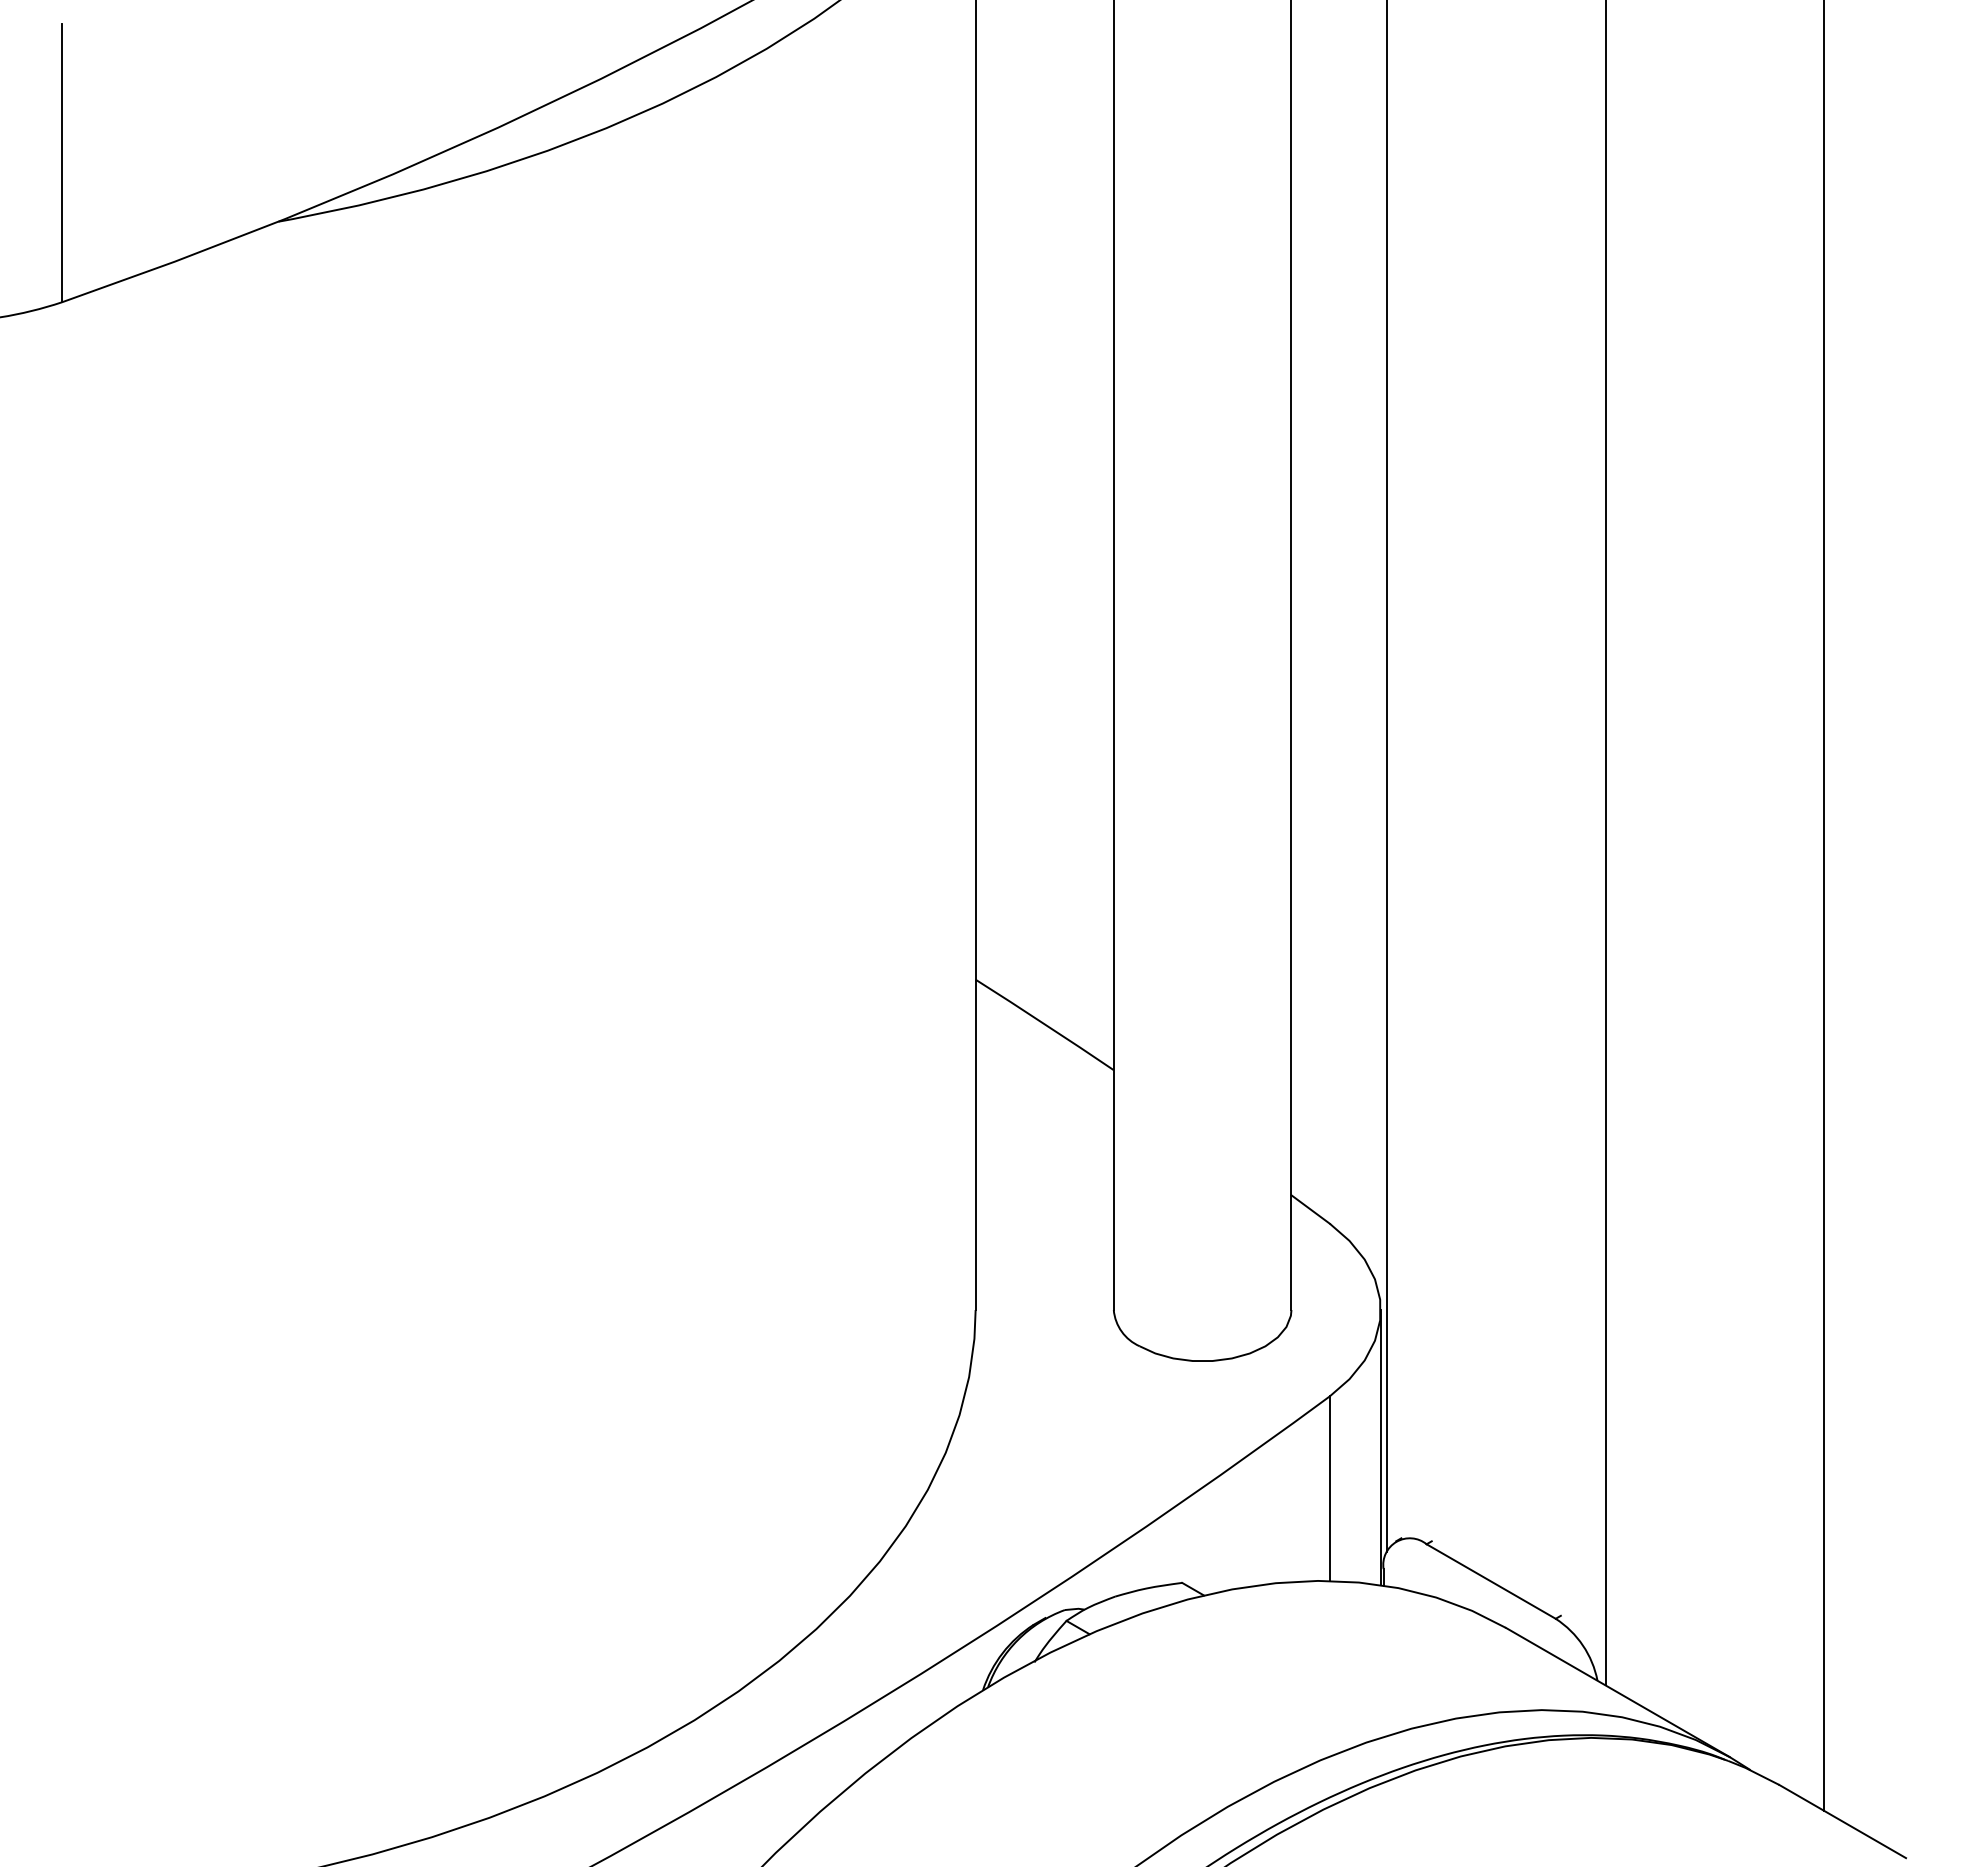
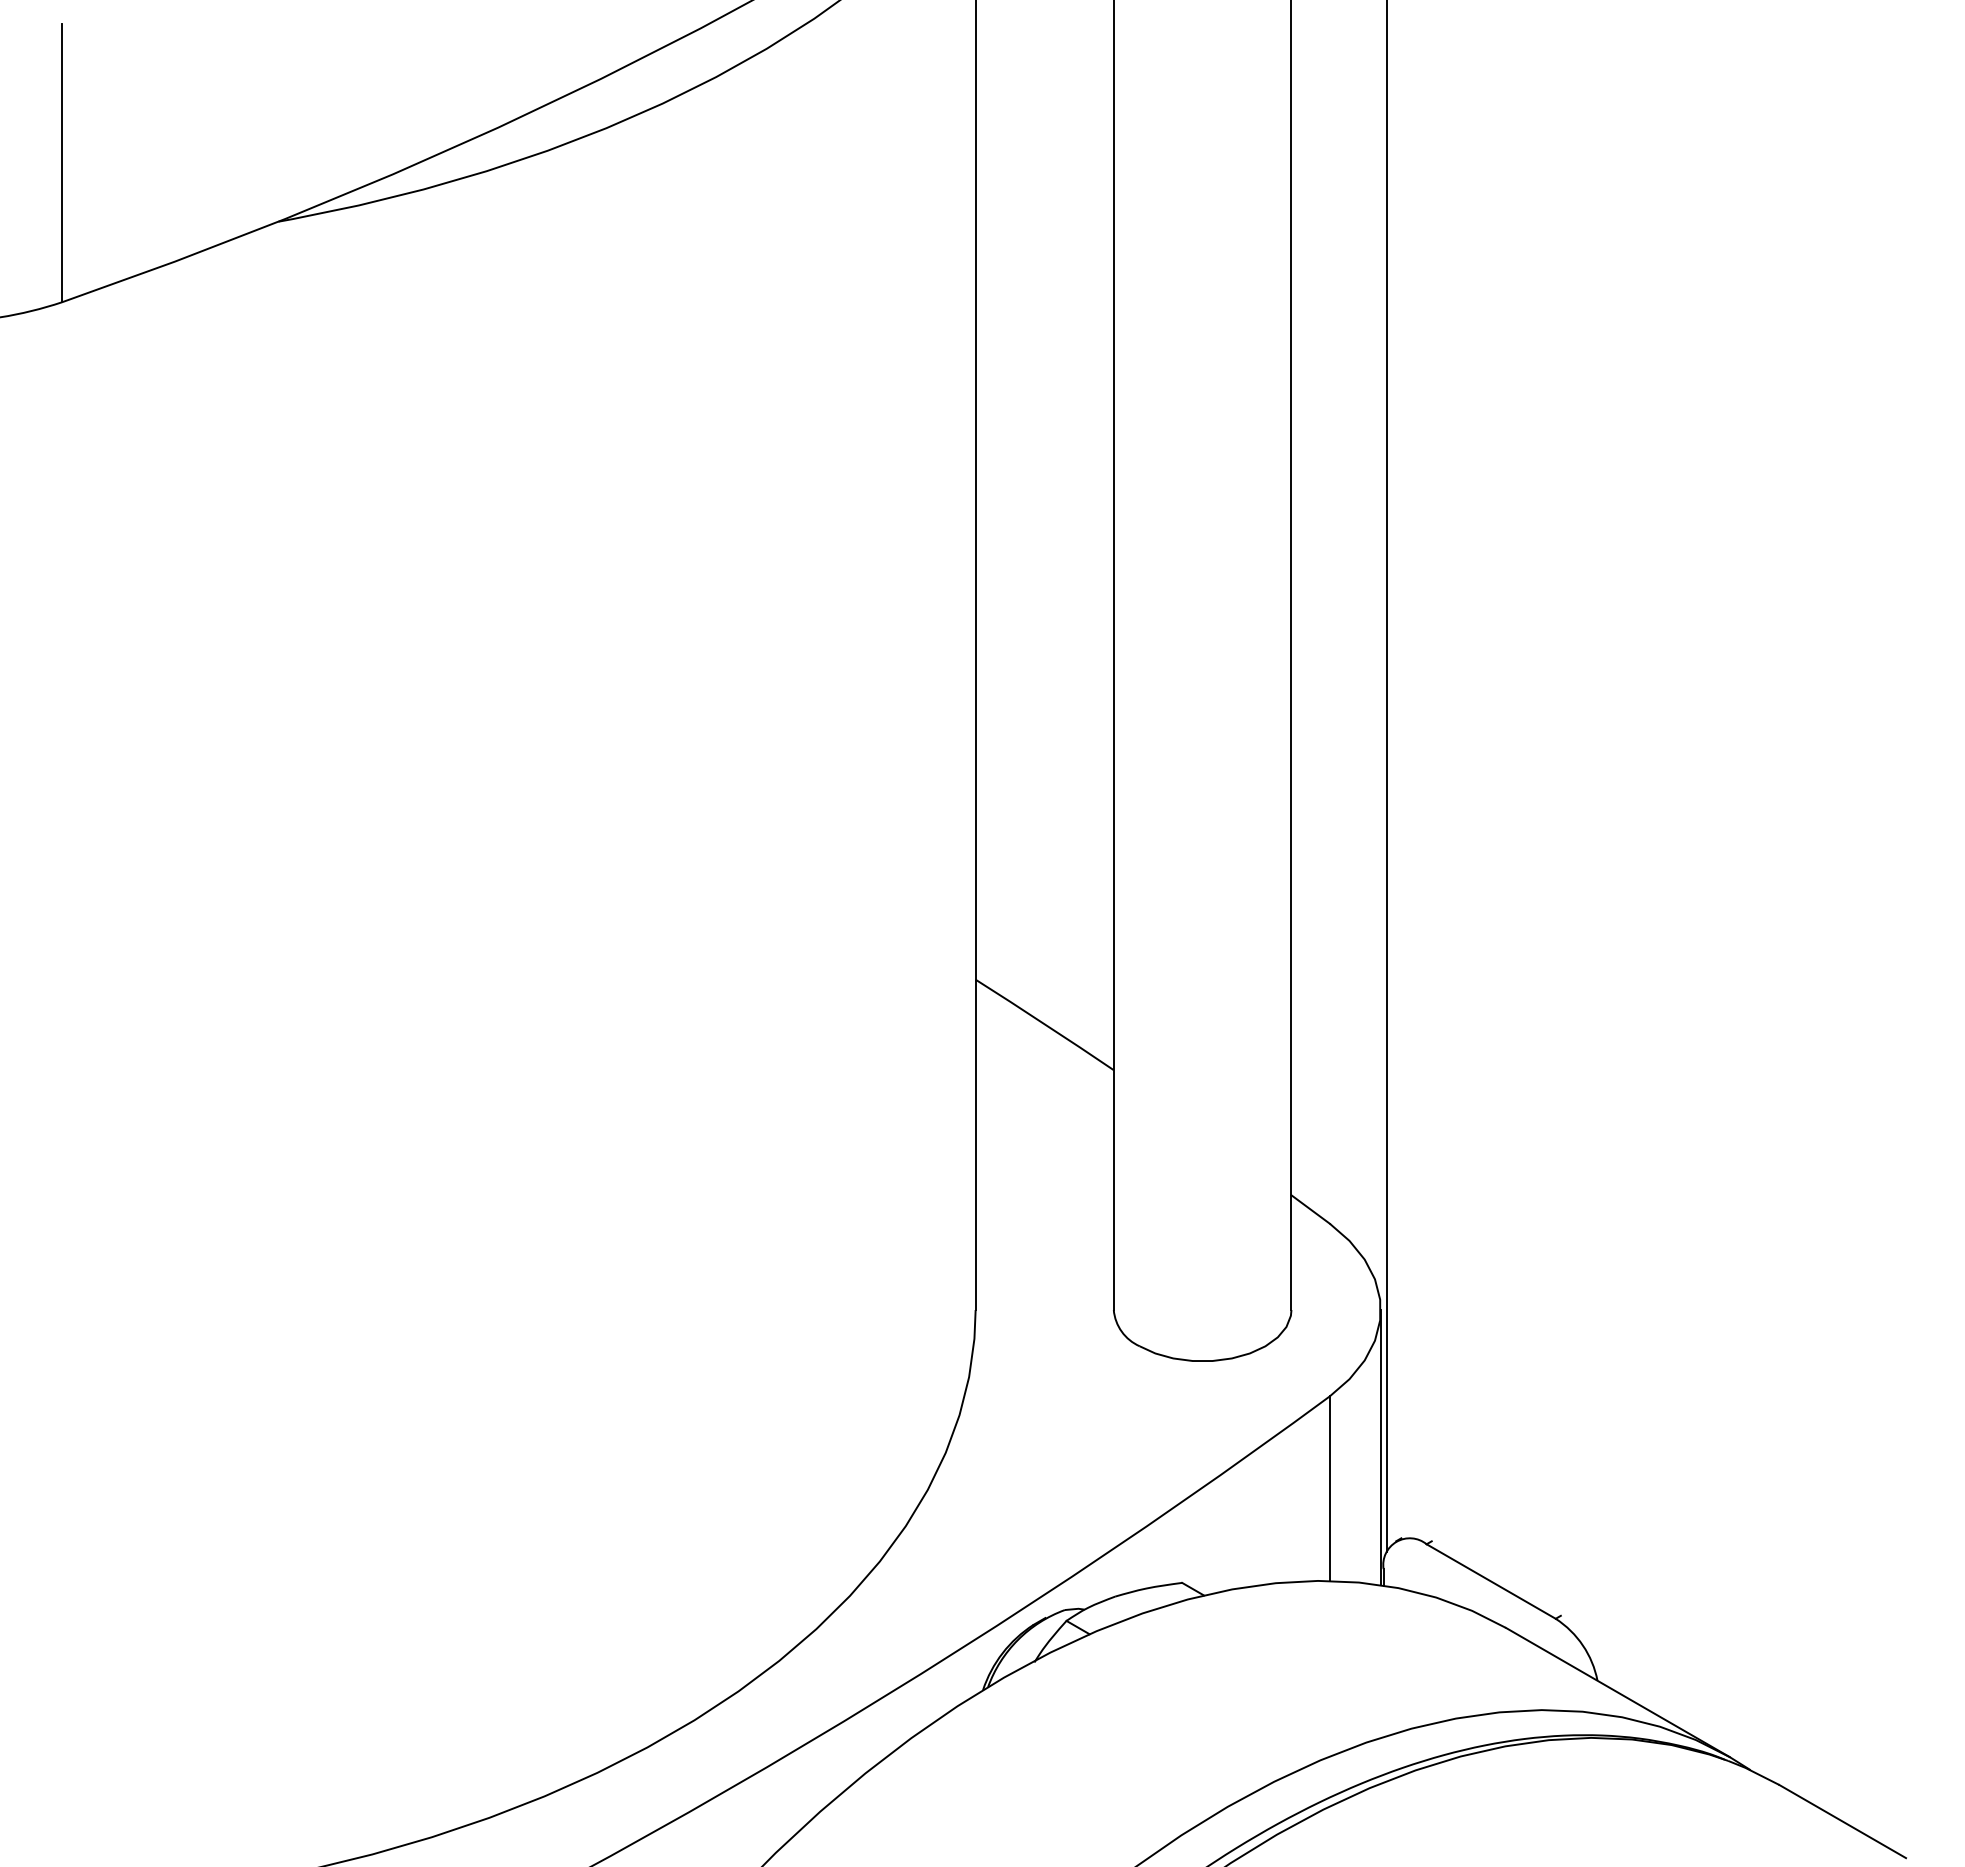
line at (1605, 843): present -> none
line at (1824, 906): present -> none
